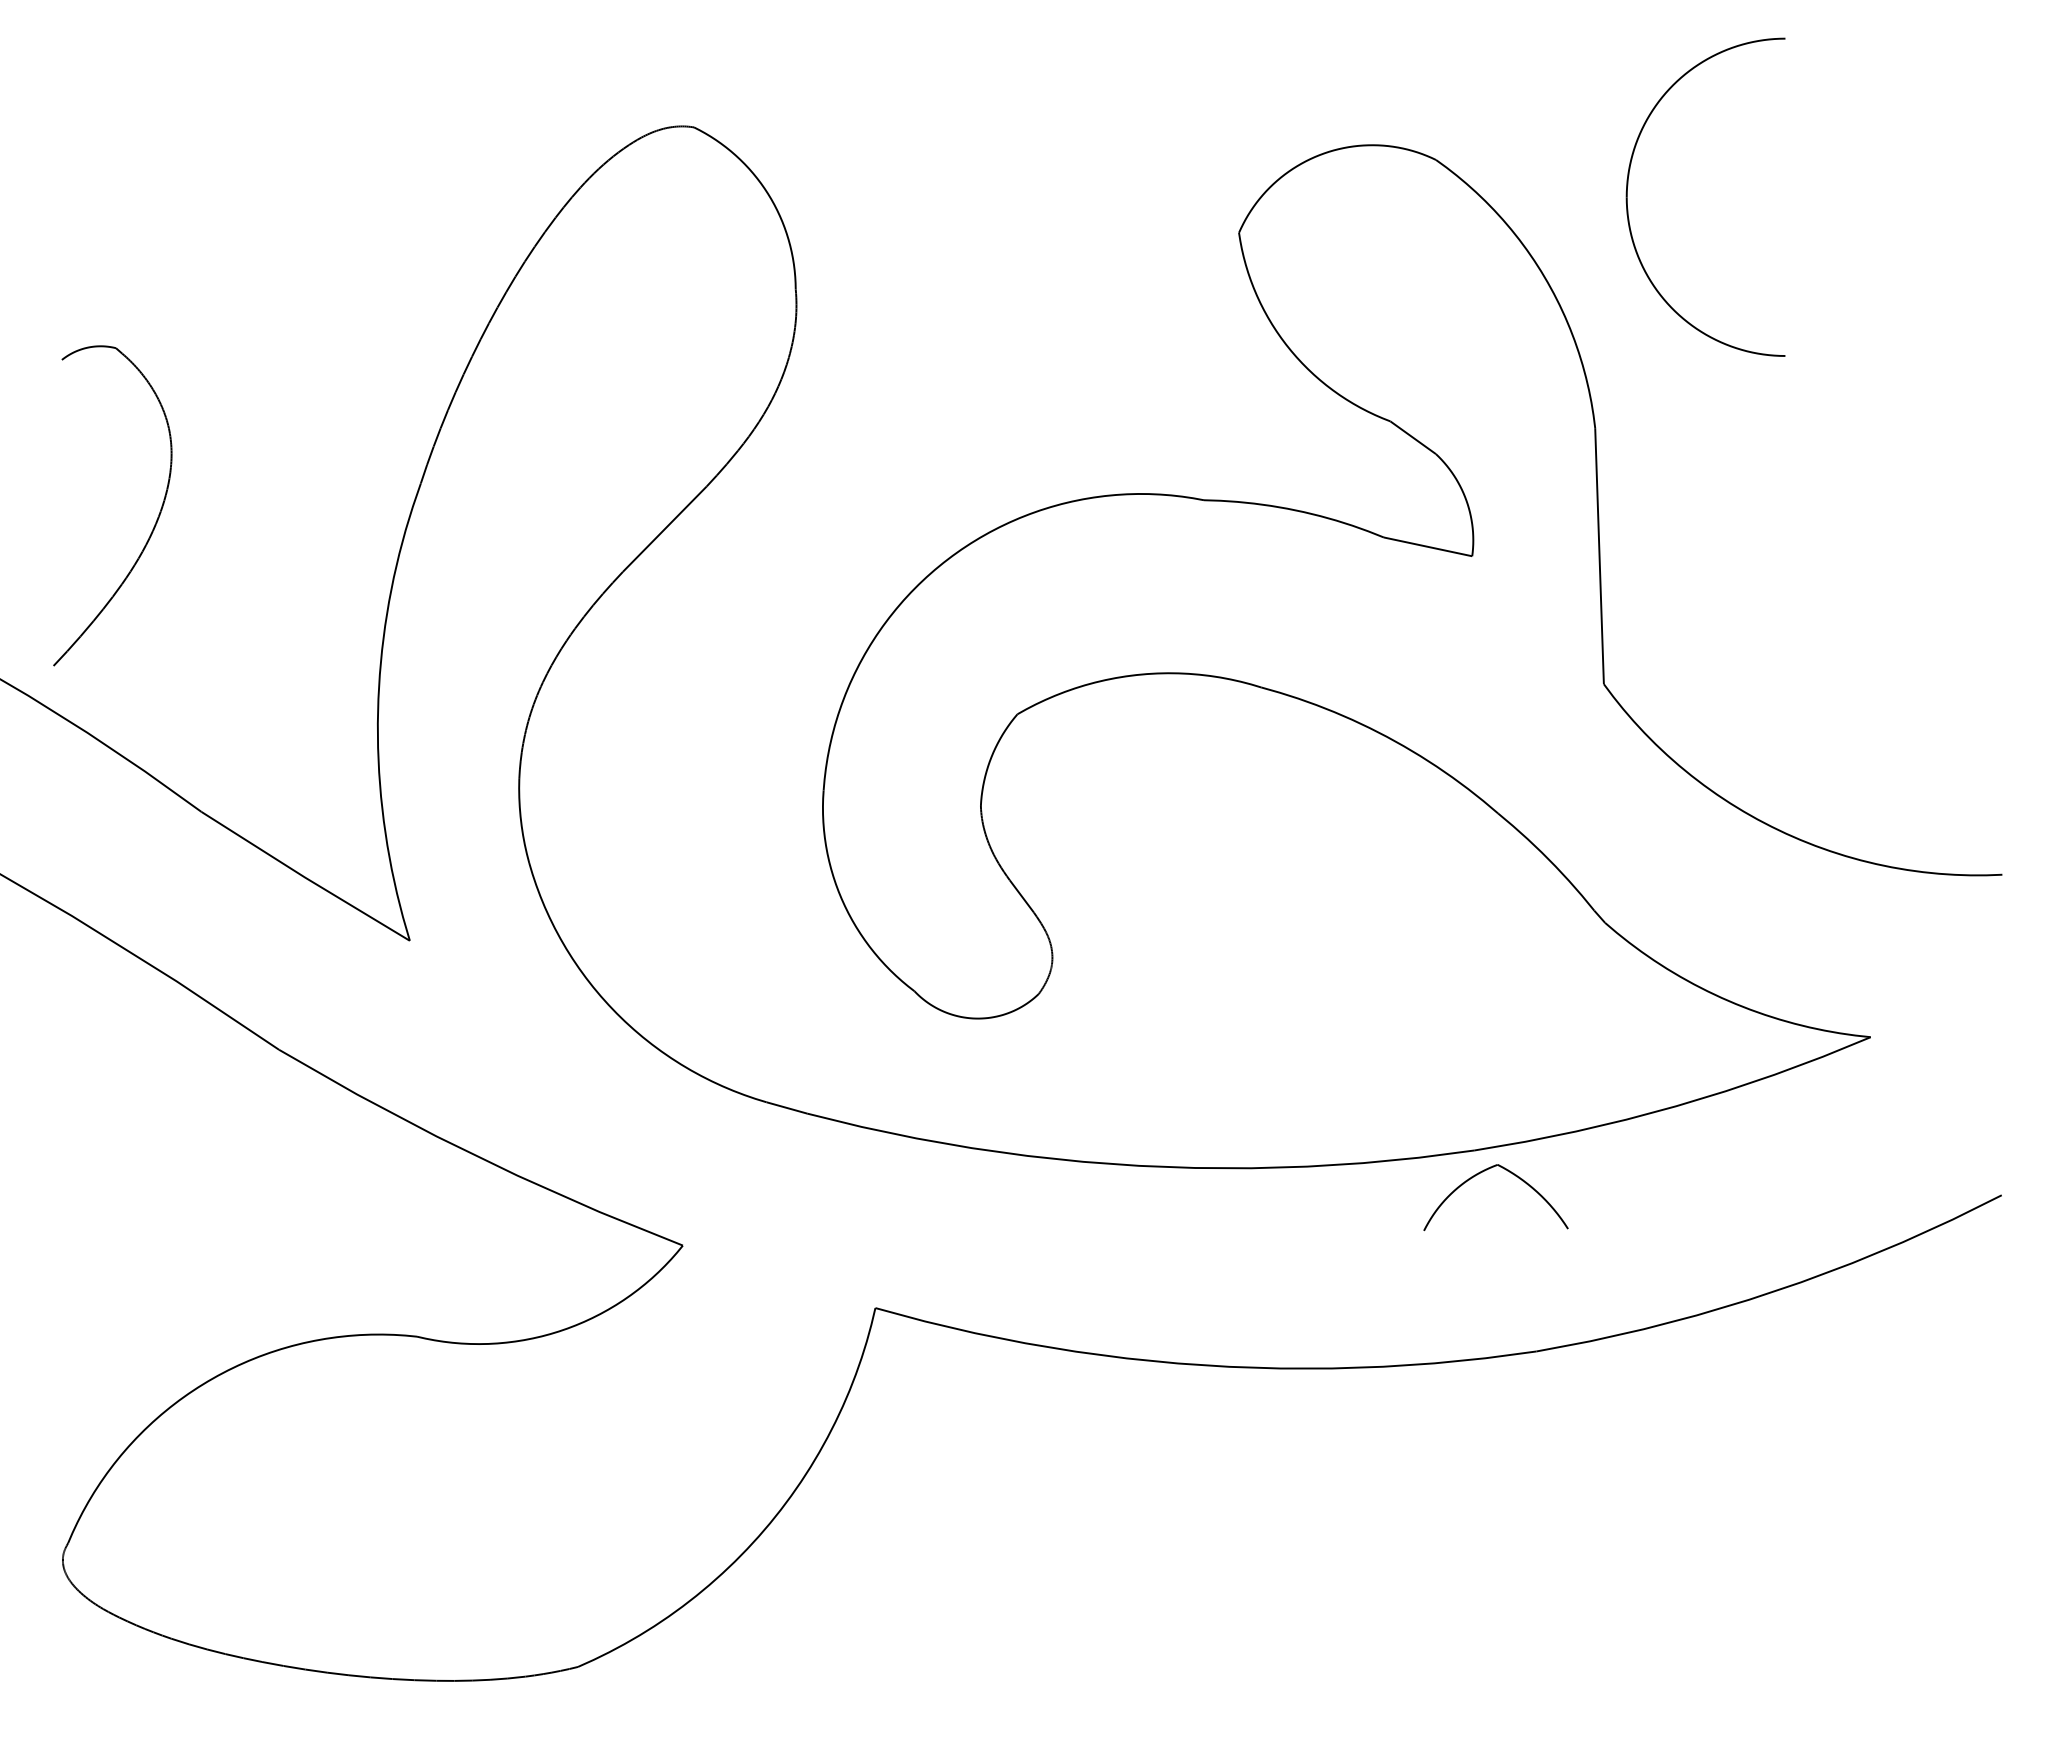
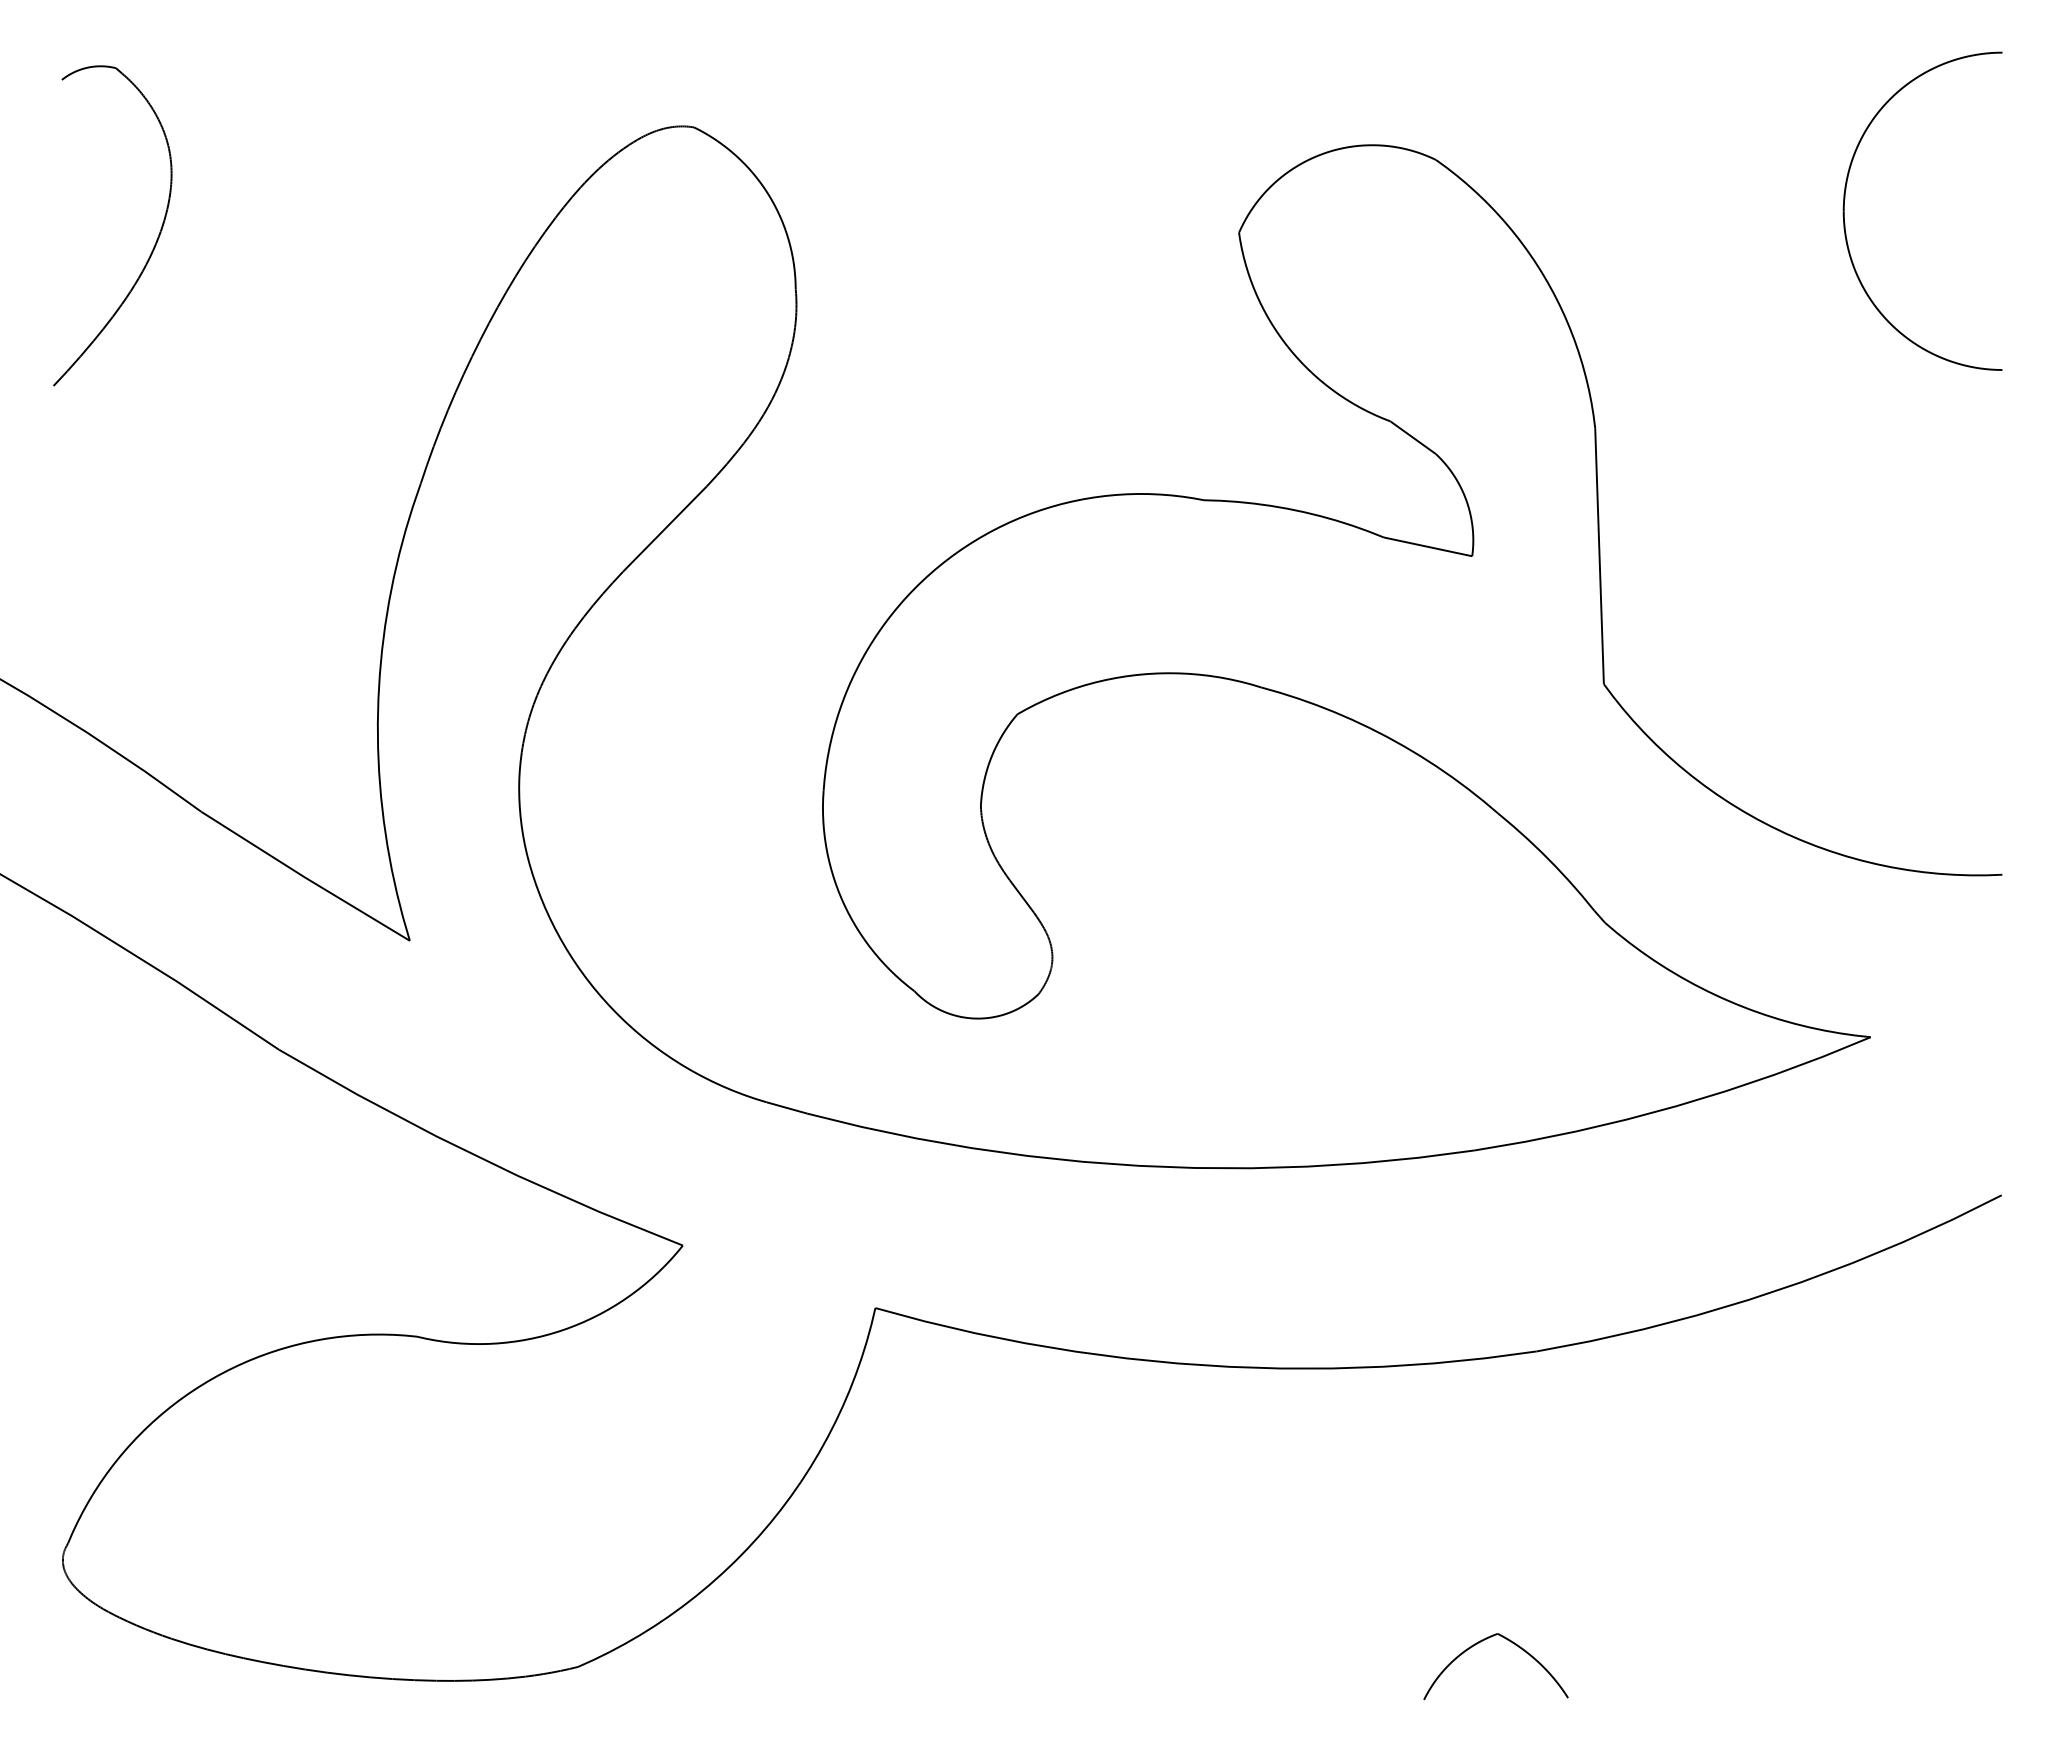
part at (1628, 185) position: (1628, 185) -> (1845, 199)
part at (153, 526) position: (153, 526) -> (153, 246)
part at (1479, 1174) position: (1479, 1174) -> (1479, 1643)
